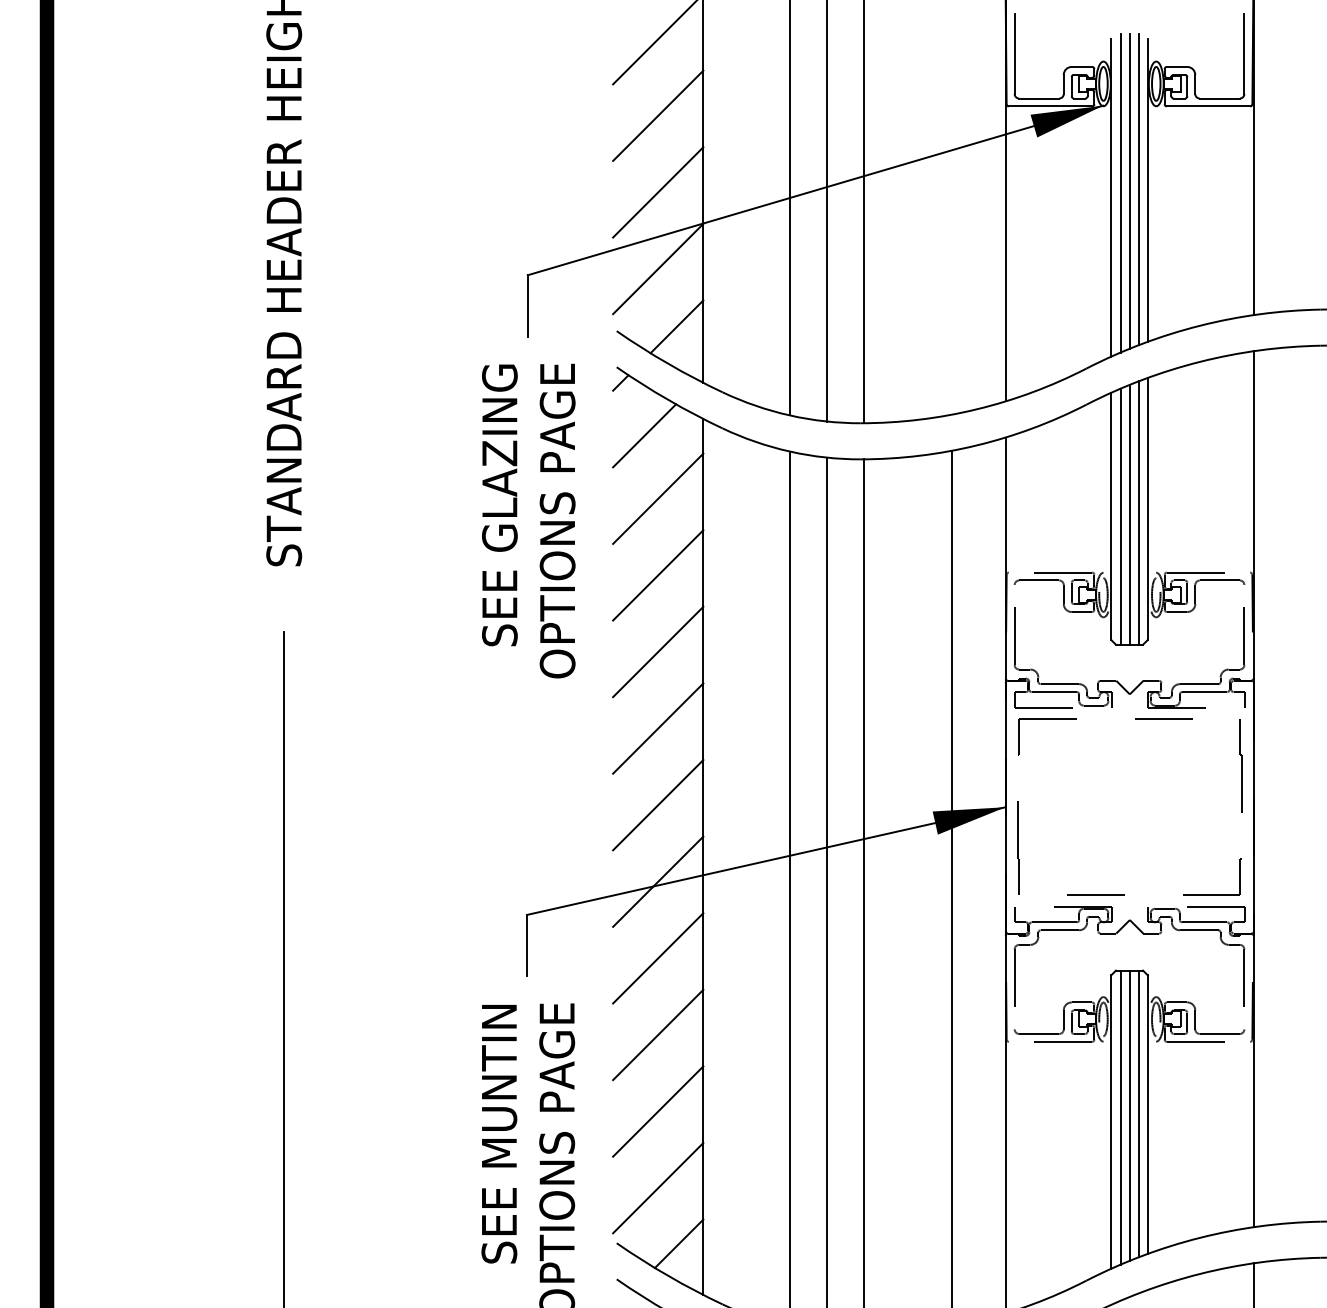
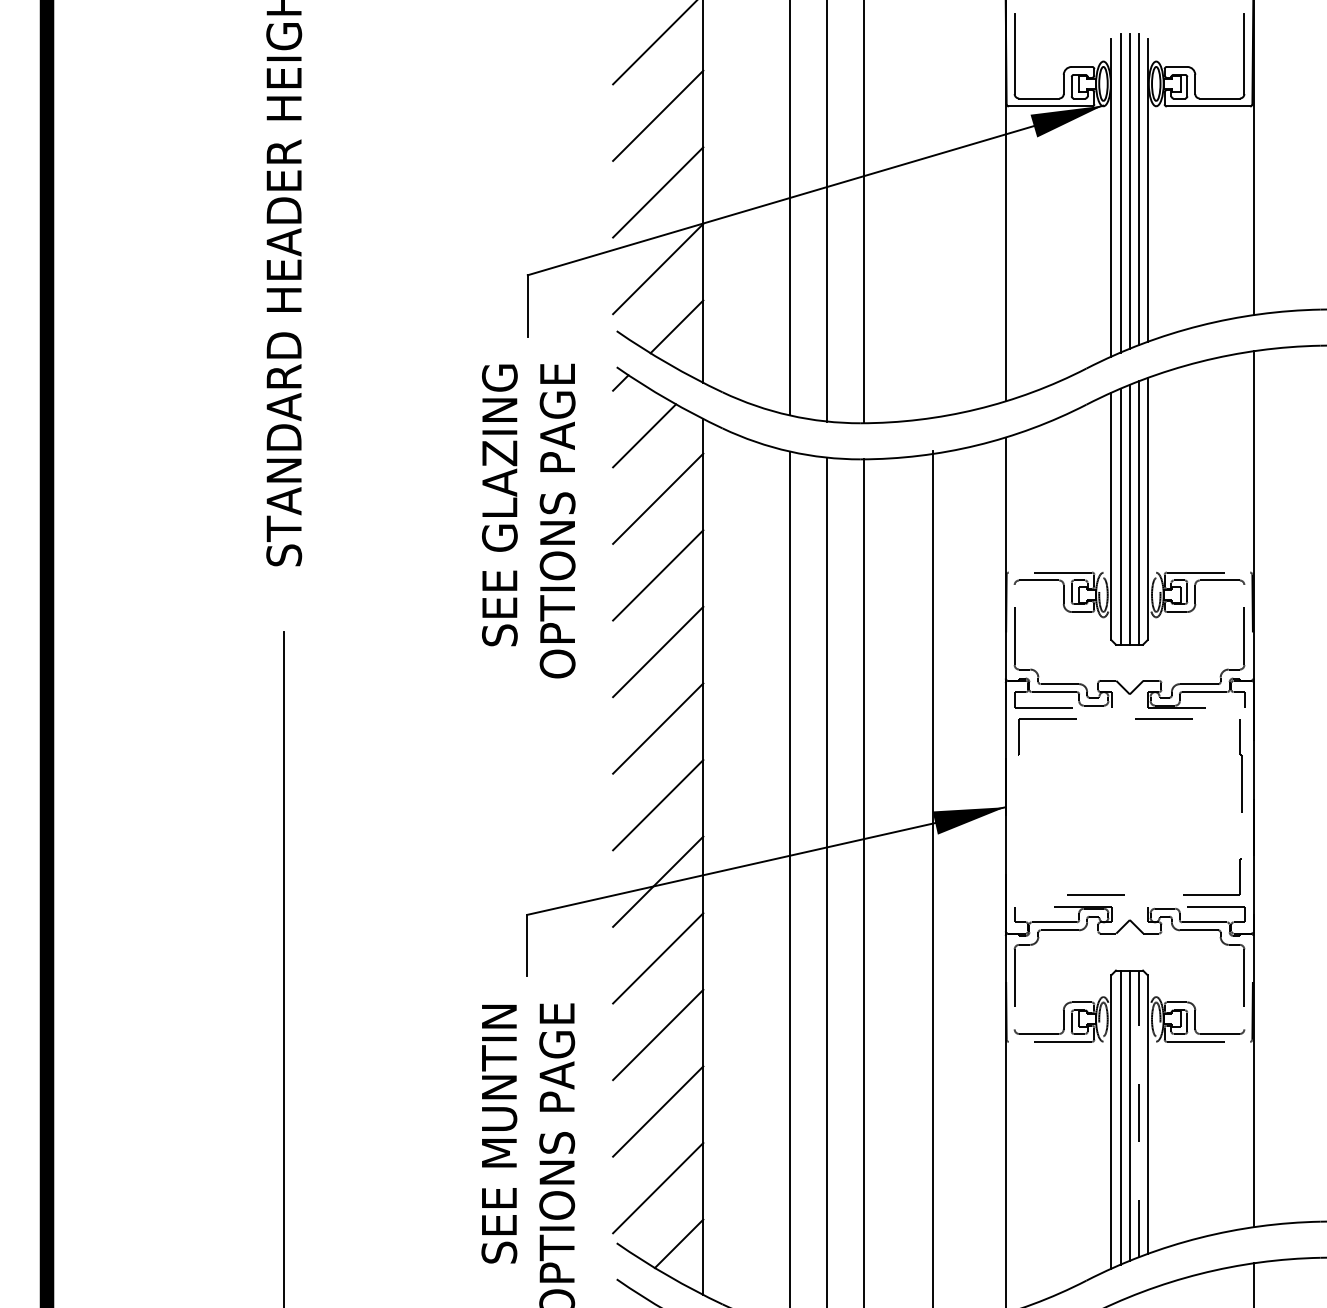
line at (1018, 847): present -> none
line at (951, 877) position: (951, 877) -> (932, 877)
line at (1138, 1113): solid -> dashed
